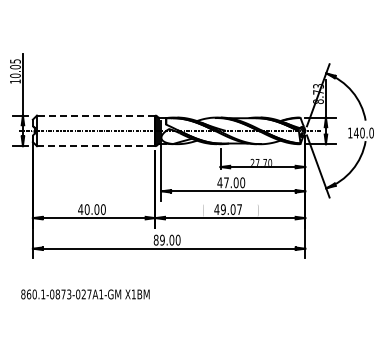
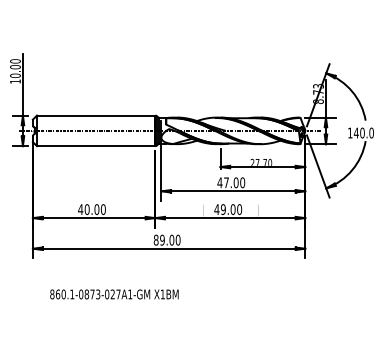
text at (15, 61): 10.05 -> 10.00
line at (95, 115): dashed -> solid
line at (96, 146): dashed -> solid
text at (239, 209): 49.07 -> 49.00
text at (85, 294) position: (85, 294) -> (114, 294)
